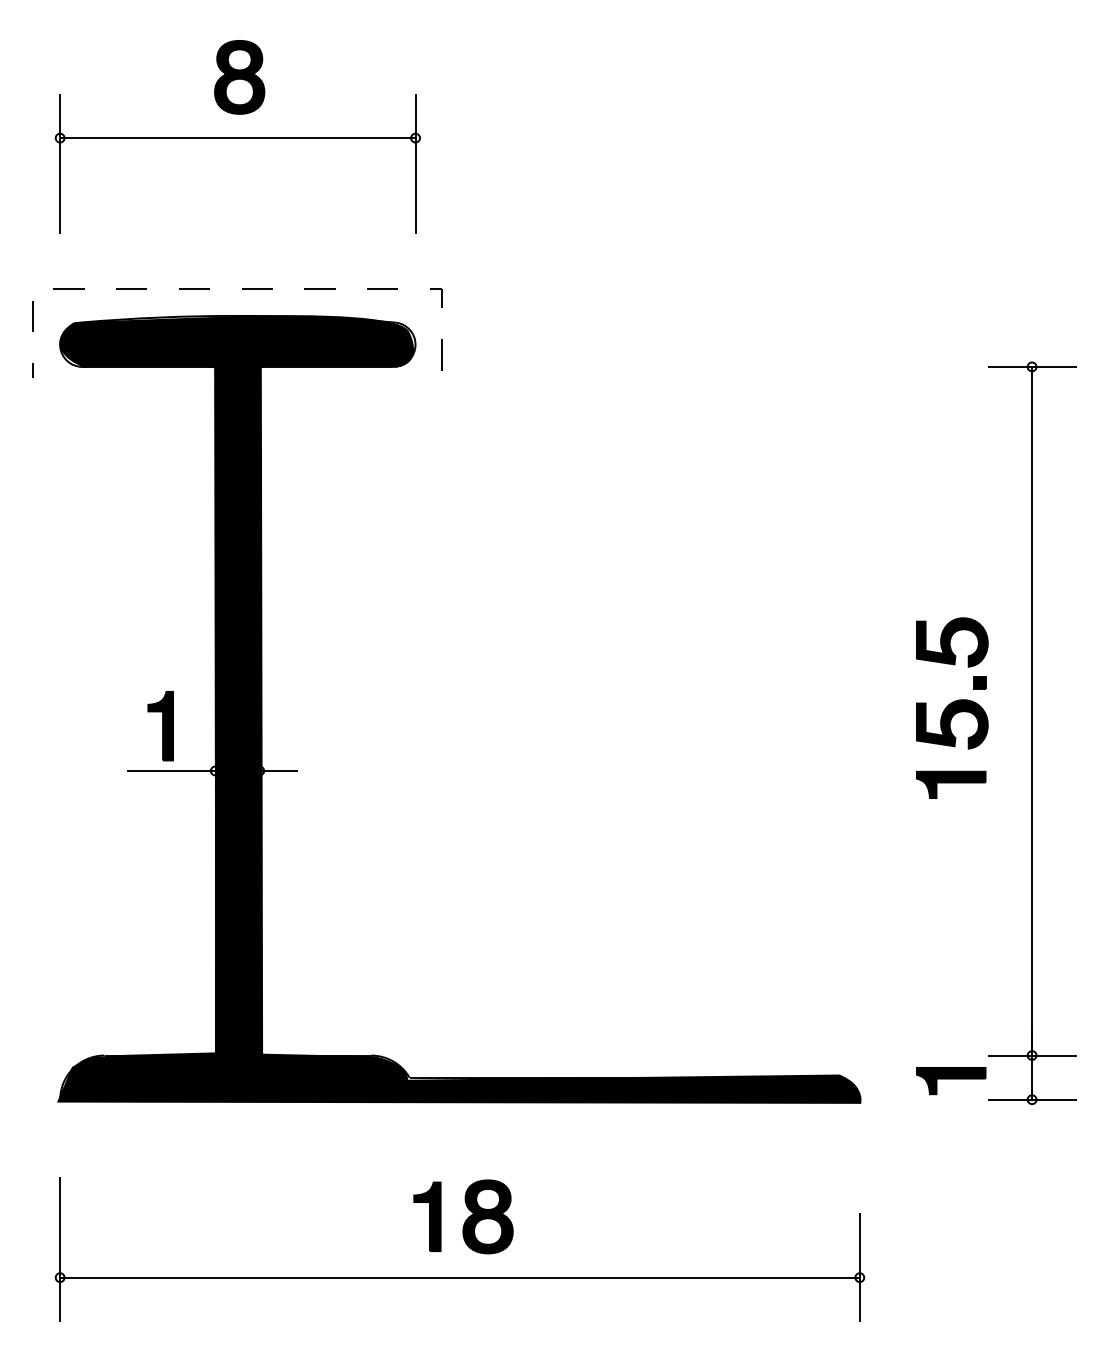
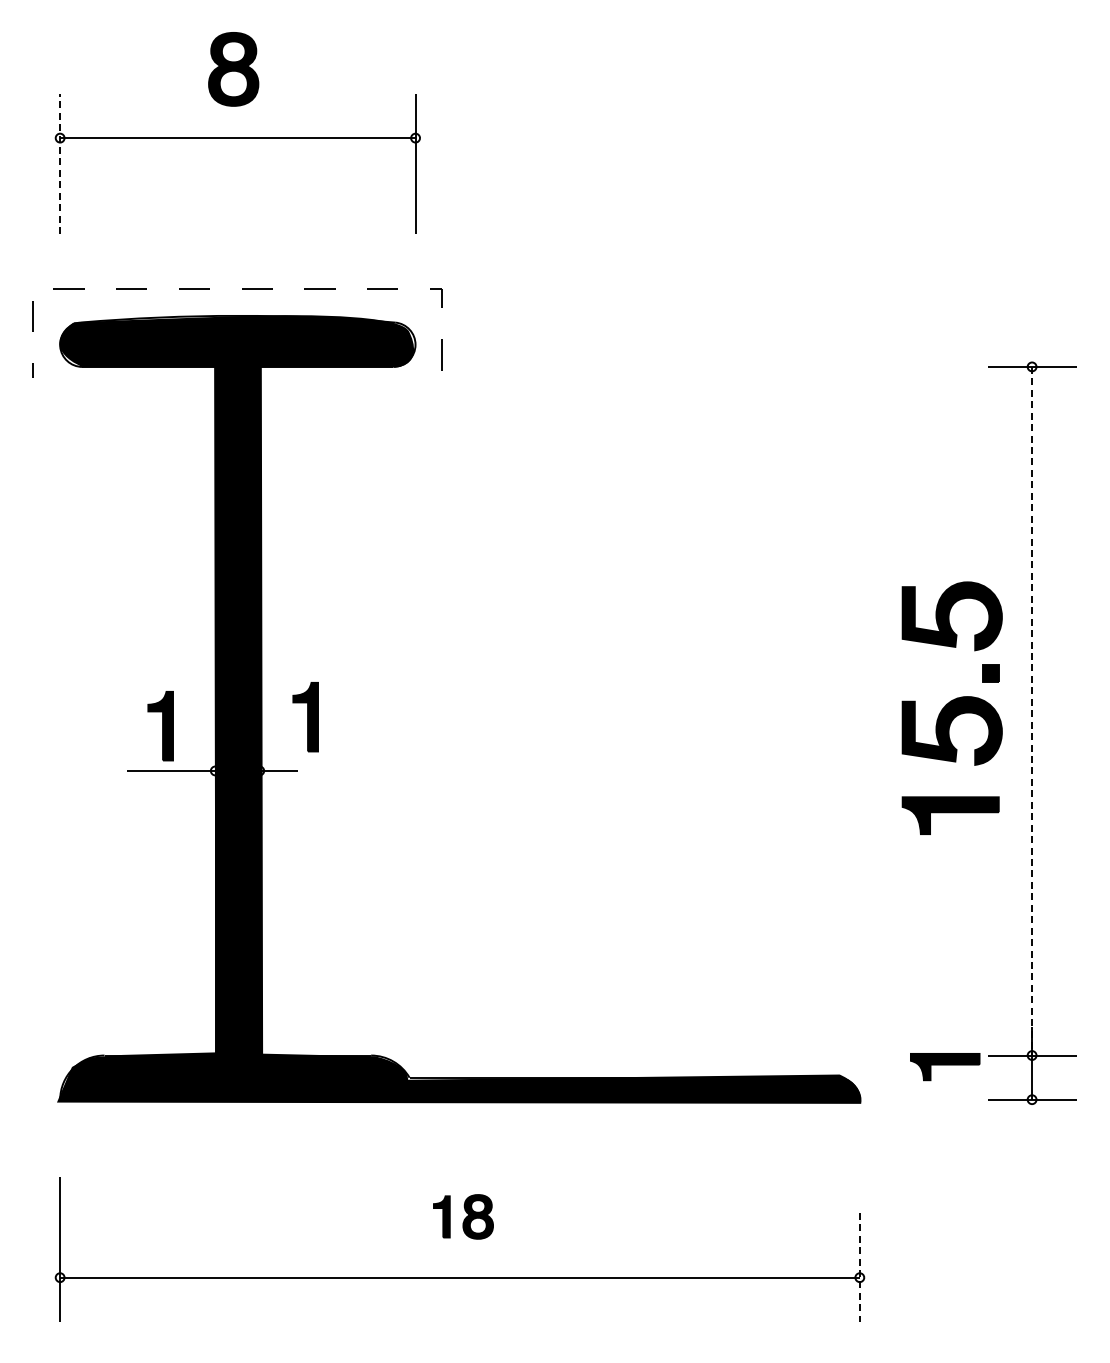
part at (239, 77) position: (239, 77) -> (233, 69)
line at (60, 163): solid -> dashed
part at (952, 707) size: 73x182 px -> 102x254 px
line at (1032, 711): solid -> dashed
part at (305, 717): none -> present
part at (951, 1081) position: (951, 1081) -> (945, 1067)
part at (463, 1216) size: 101x76 px -> 61x46 px
line at (859, 1267): solid -> dashed
